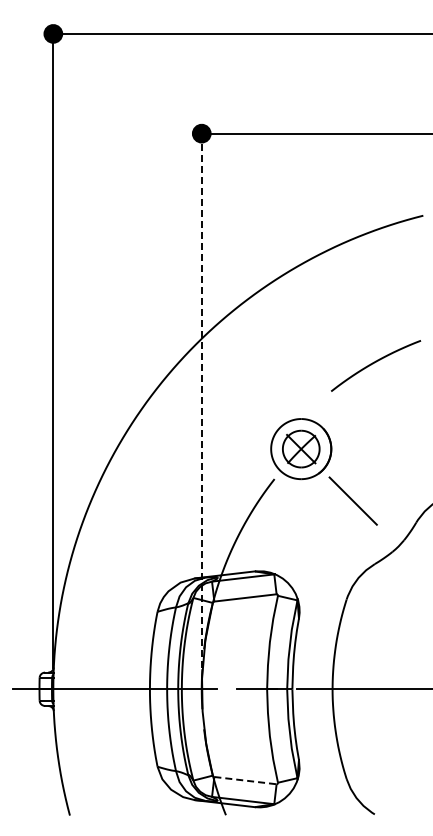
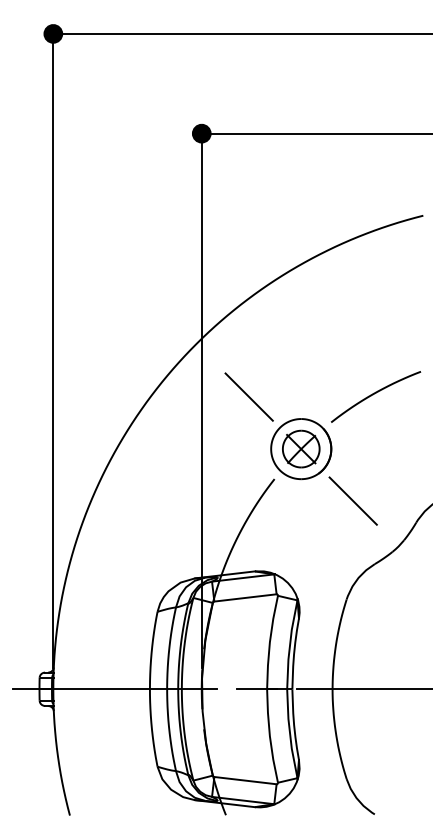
curve at (374, 363) position: (374, 363) -> (374, 394)
line at (248, 396): none -> present
line at (201, 400): dashed -> solid
line at (245, 780): dashed -> solid
